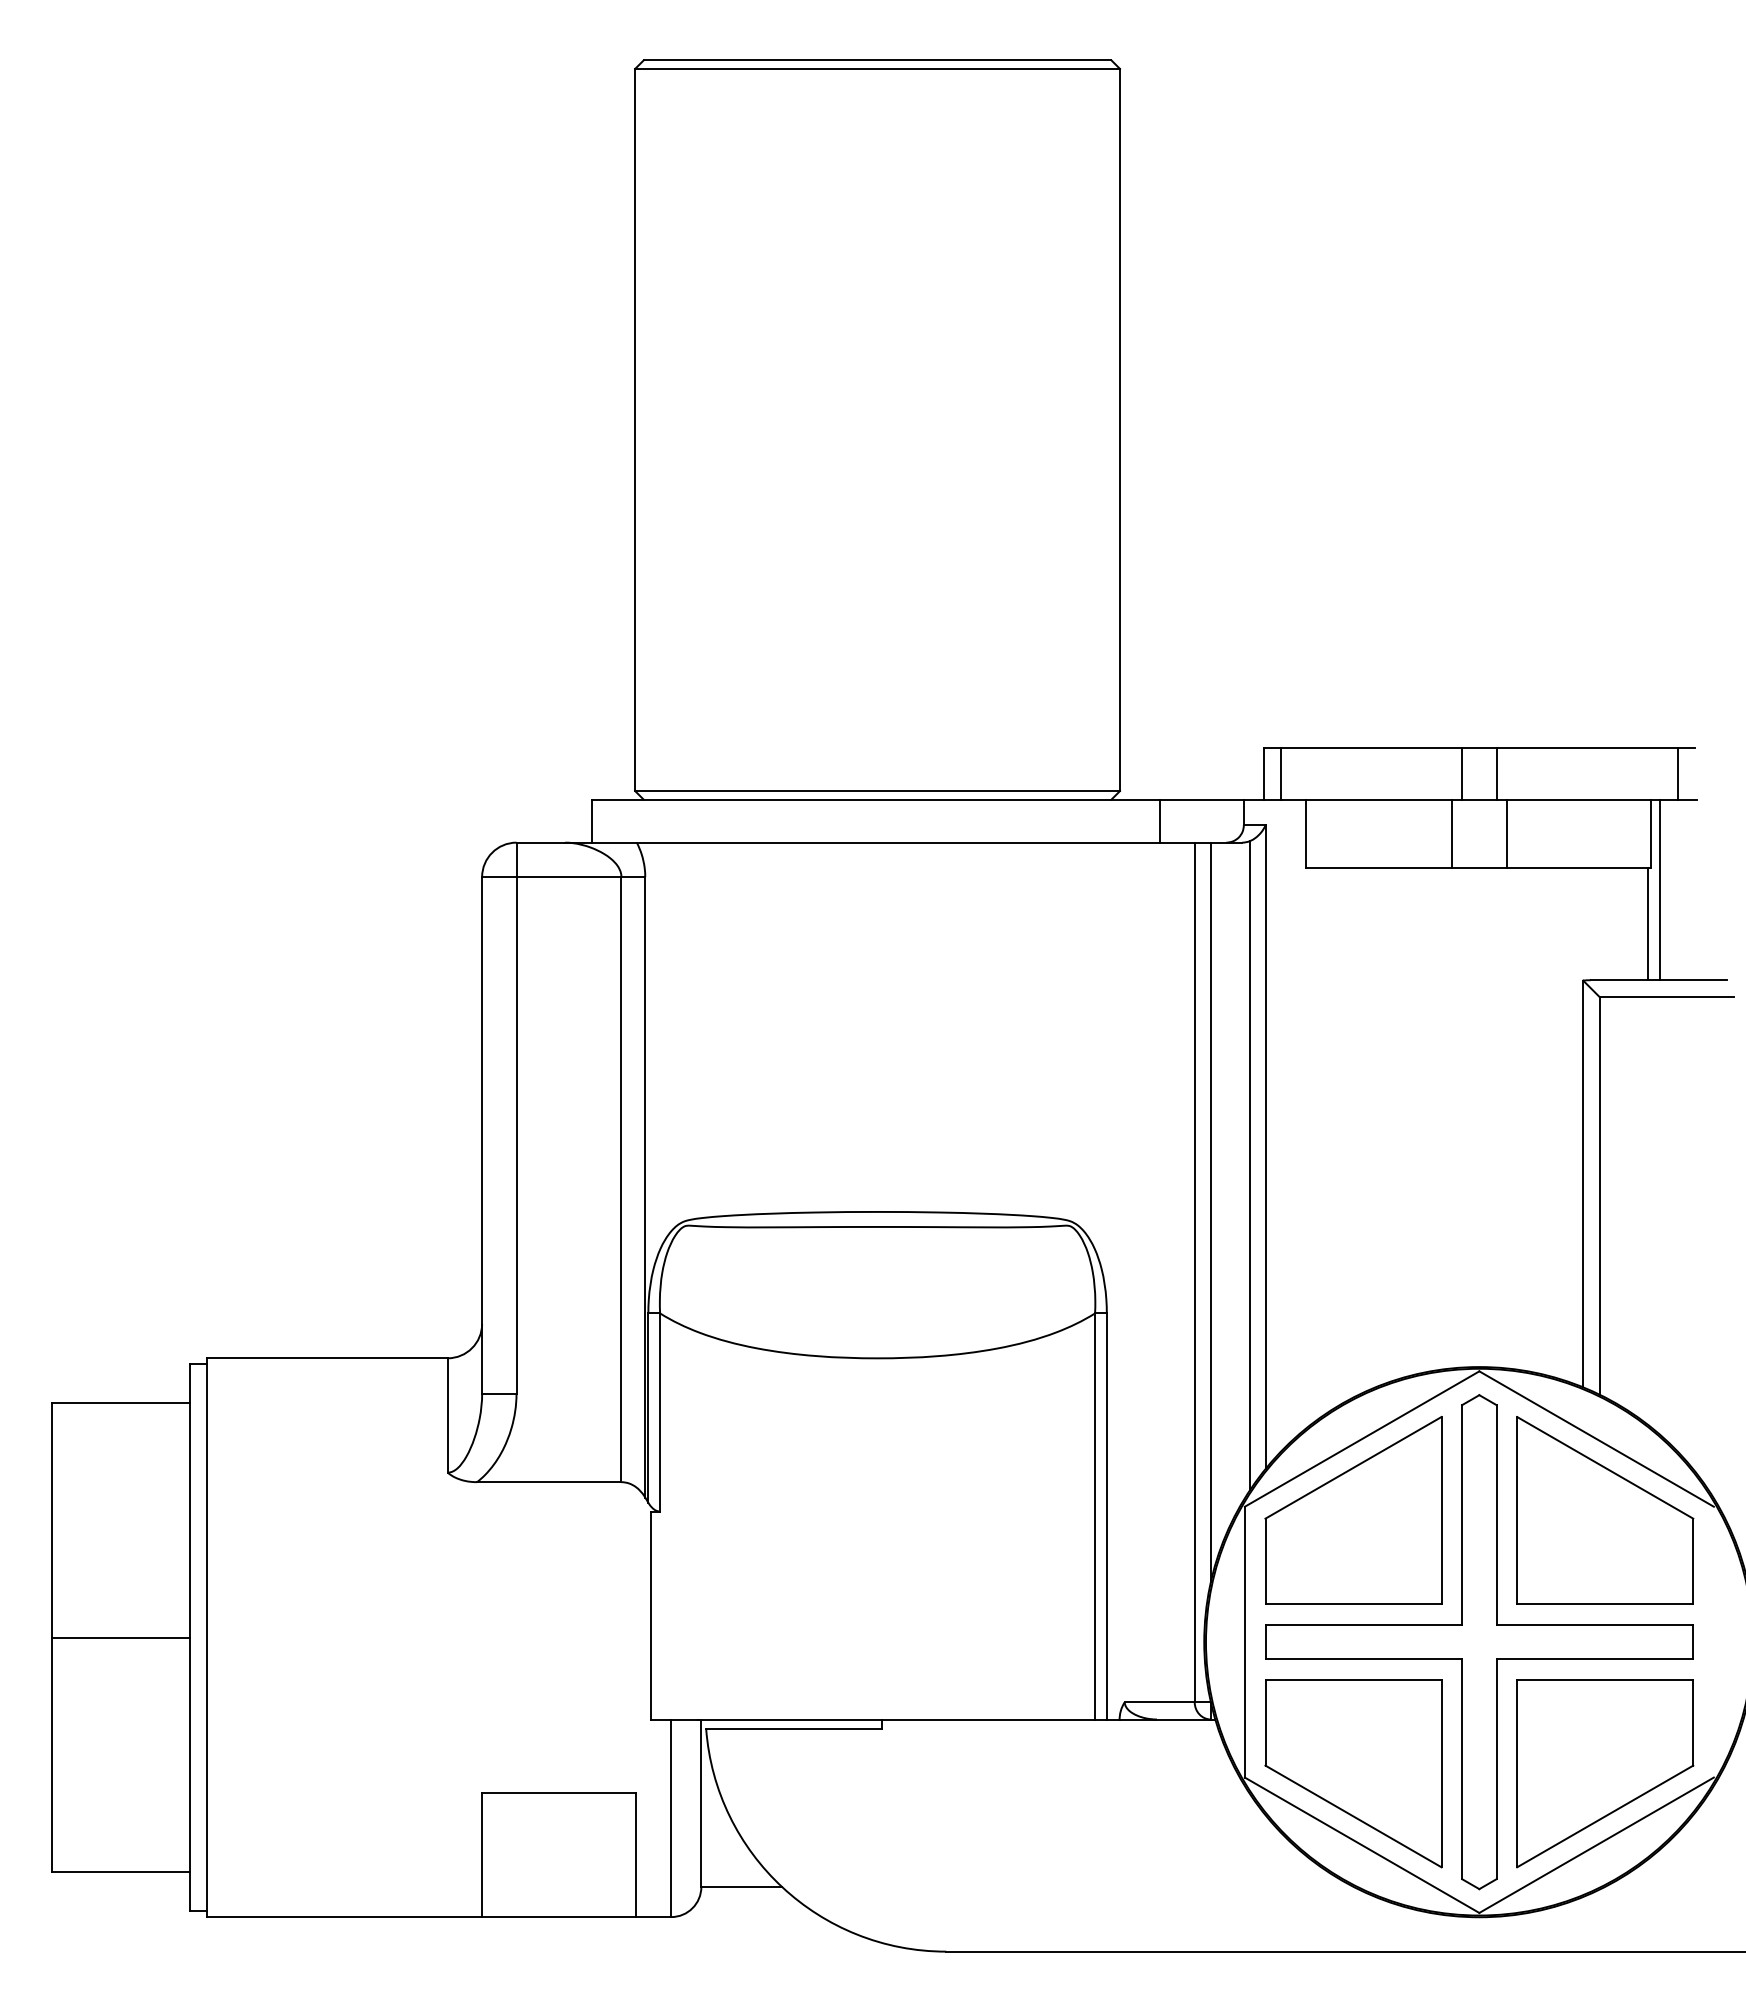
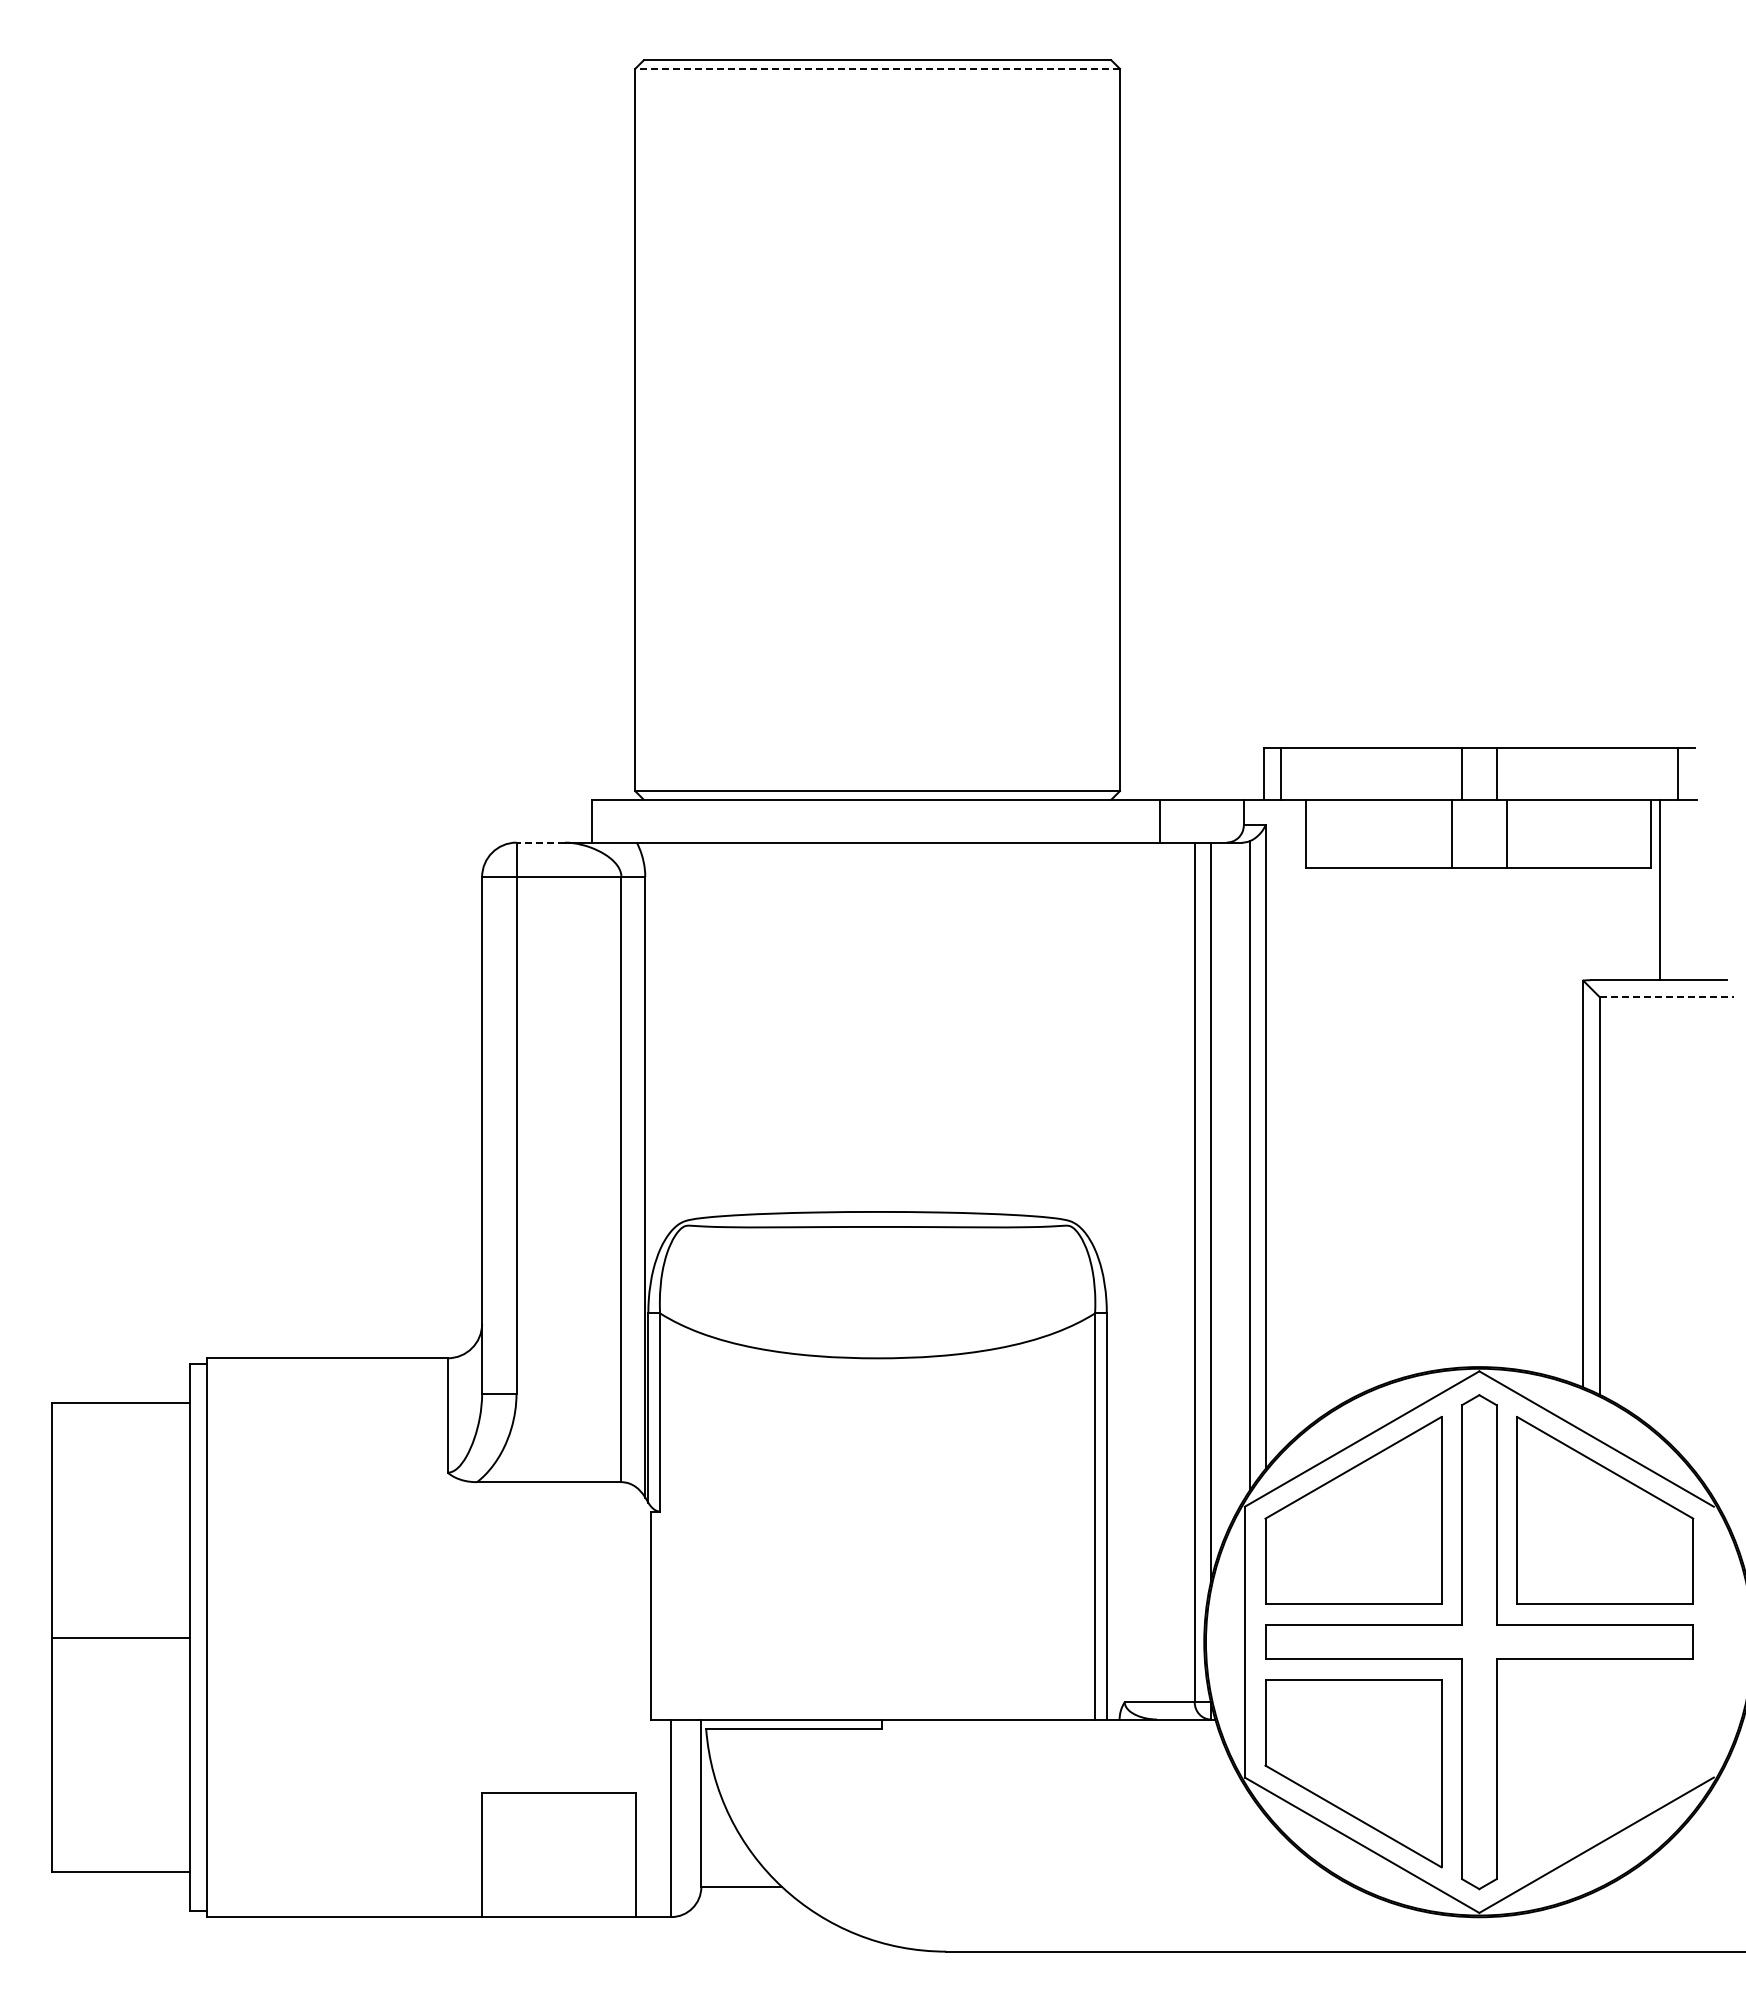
line at (877, 68): solid -> dashed
line at (540, 842): solid -> dashed
line at (1648, 924): present -> none
line at (1666, 997): solid -> dashed
part at (1605, 1773): present -> none
